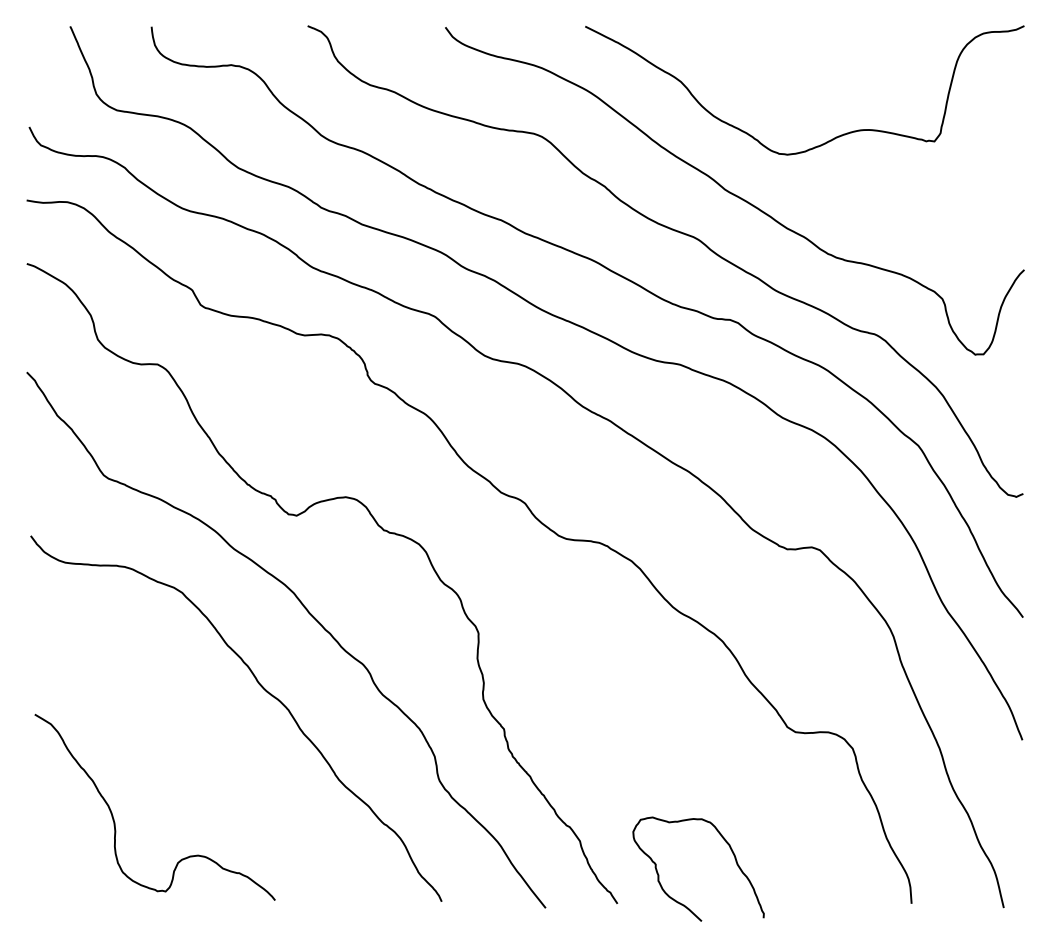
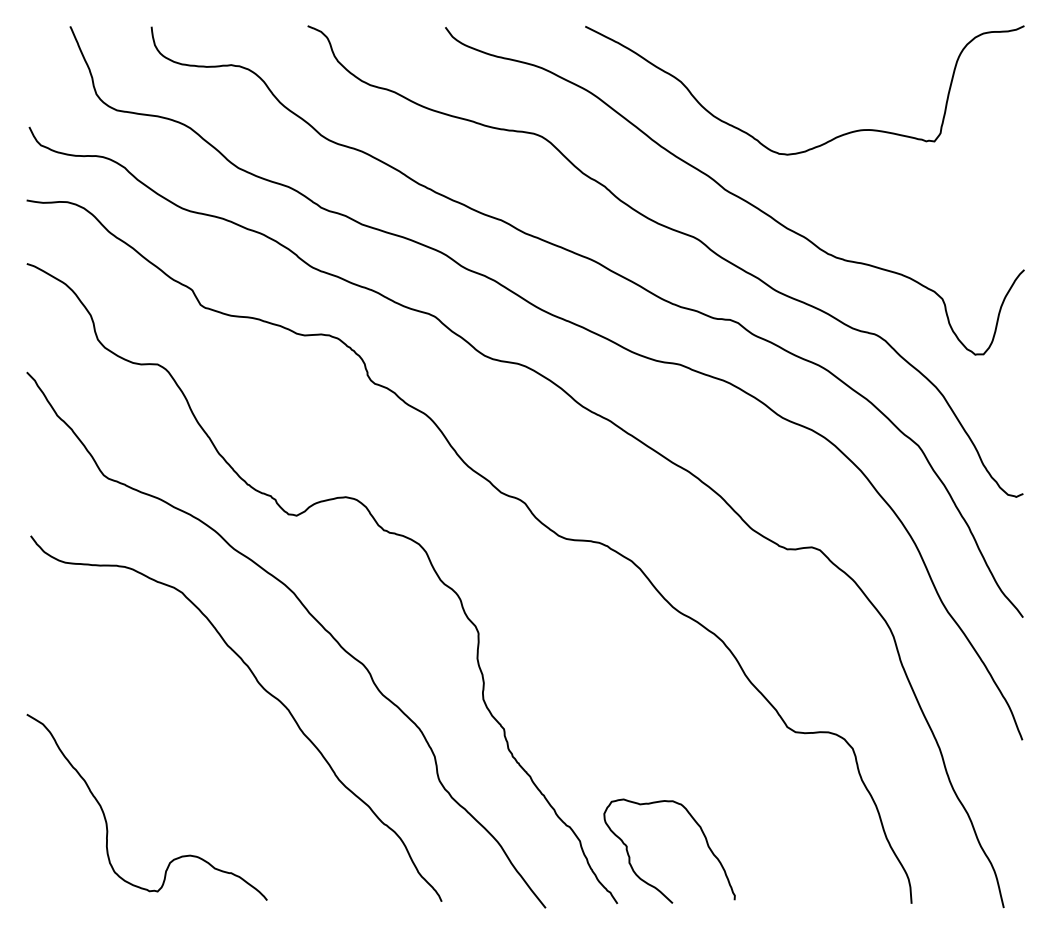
curve at (114, 818) position: (114, 818) -> (106, 818)
curve at (731, 851) position: (731, 851) -> (702, 833)
